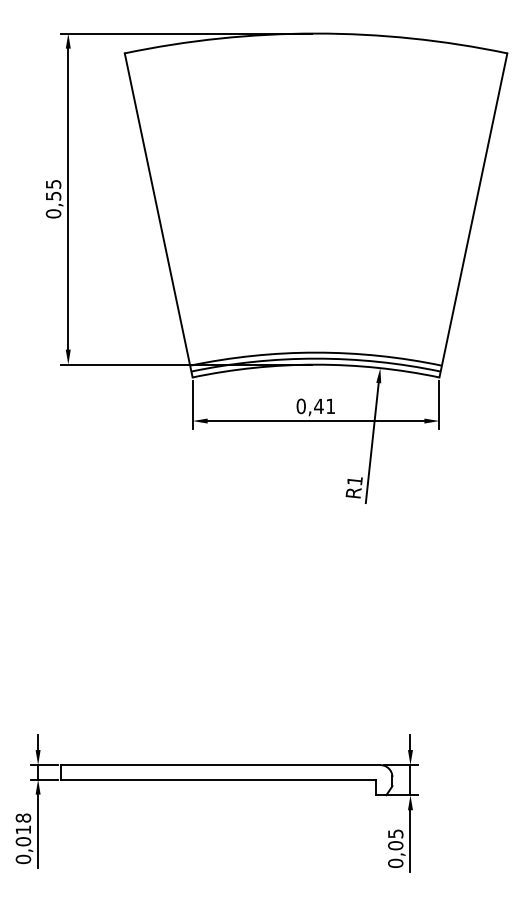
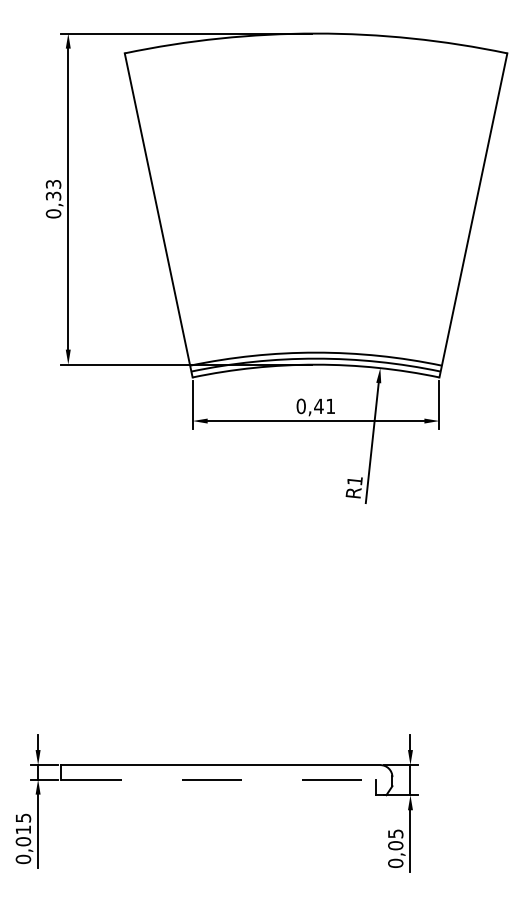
text at (52, 190): 0,55 -> 0,33
line at (218, 779): solid -> dashed
text at (23, 817): 0,018 -> 0,015
